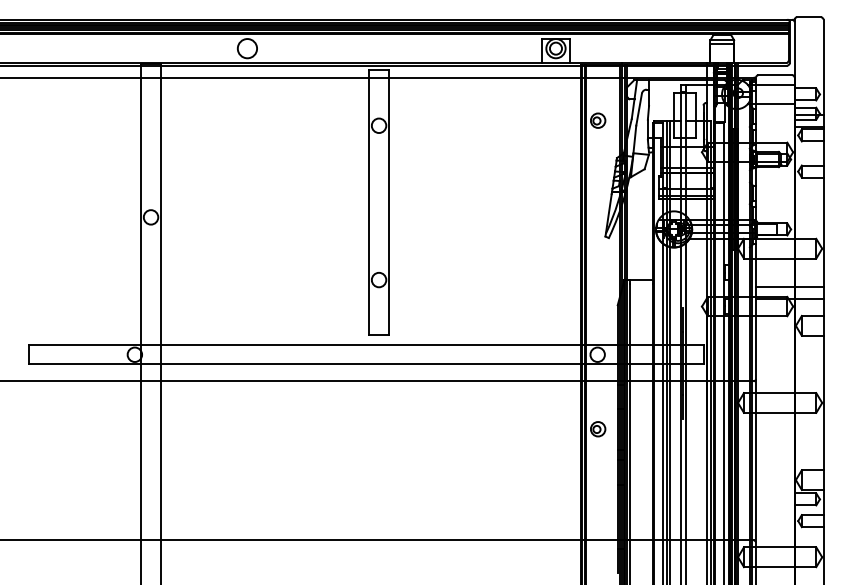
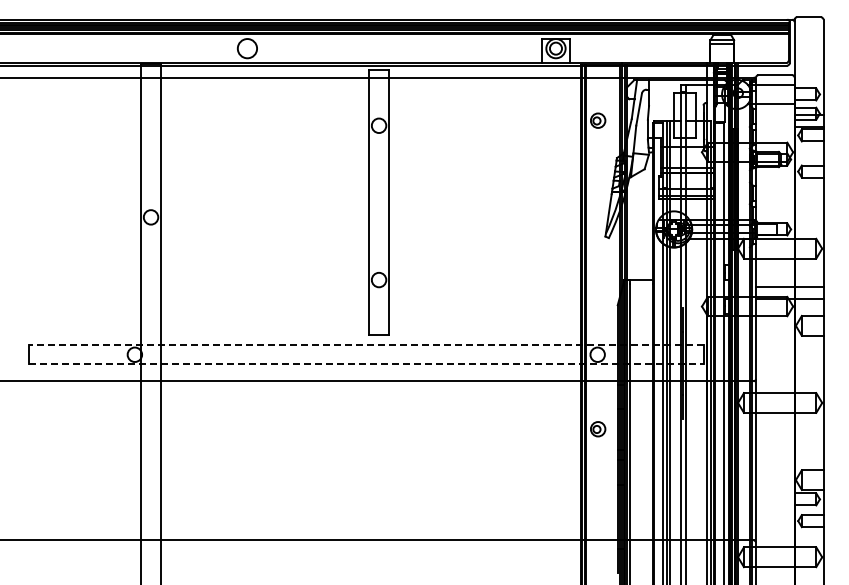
line at (365, 345): solid -> dashed
line at (366, 364): solid -> dashed
